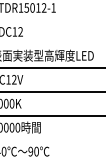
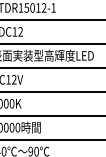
line at (52, 19): none -> present
line at (52, 43): none -> present
line at (52, 139): none -> present
